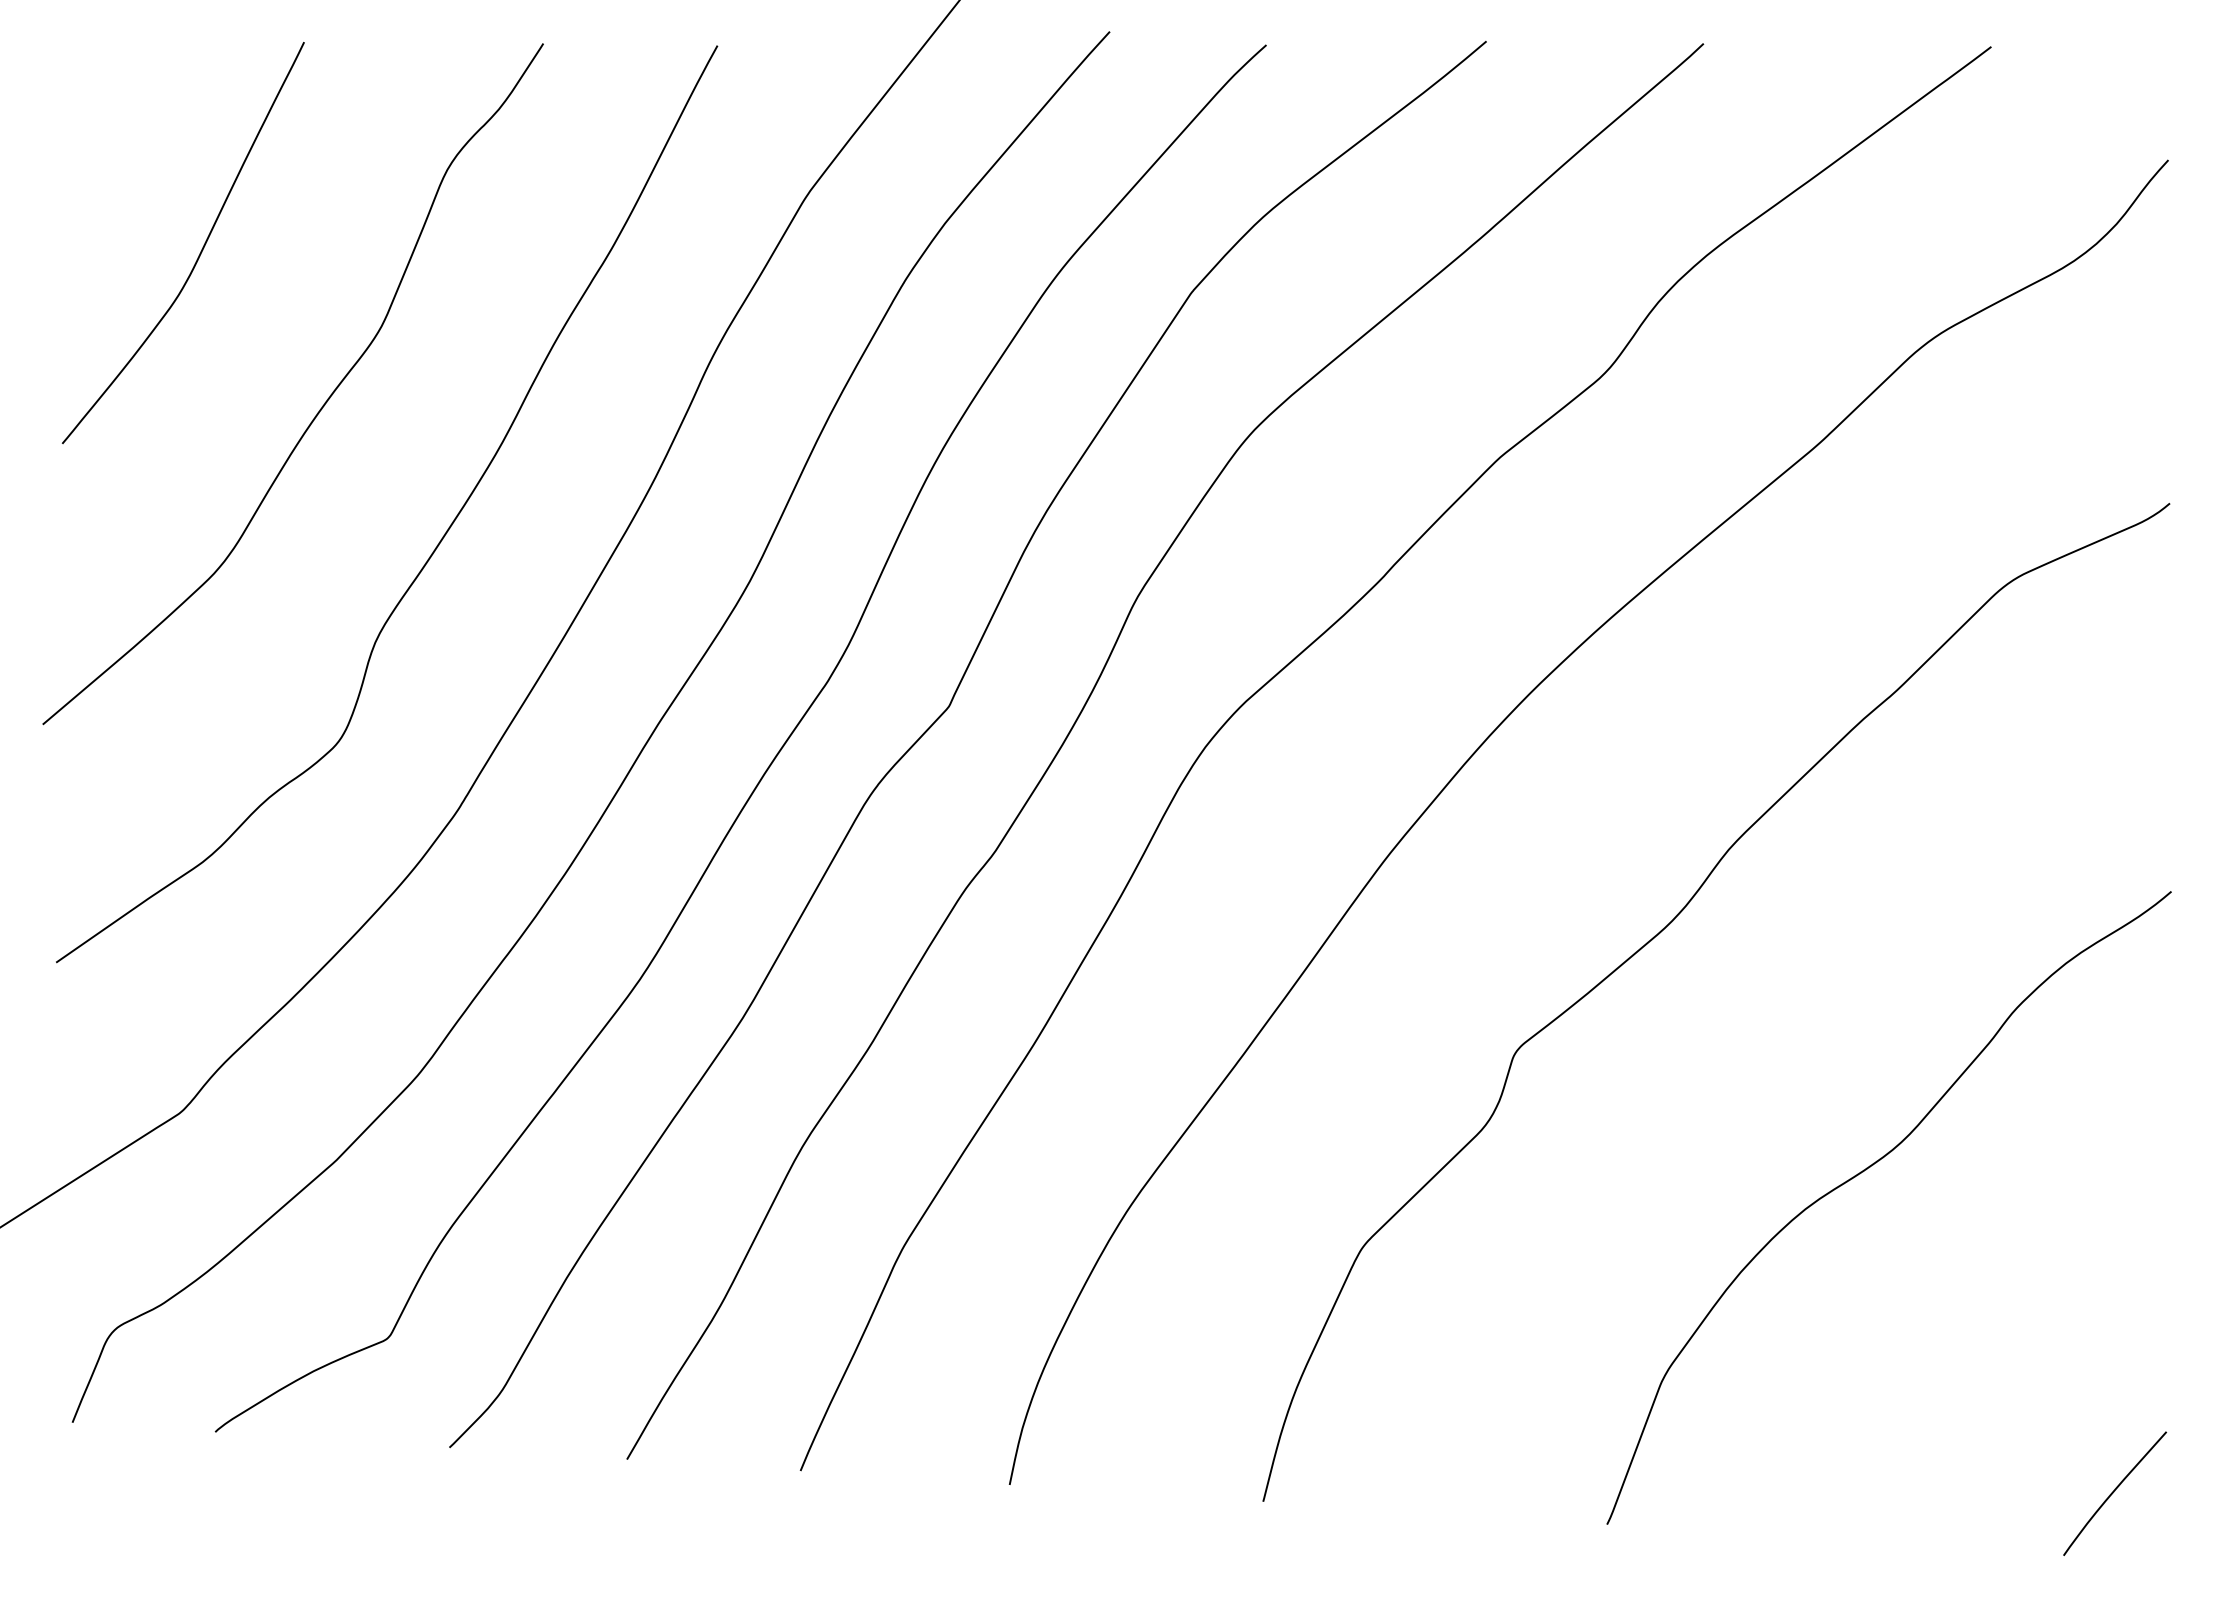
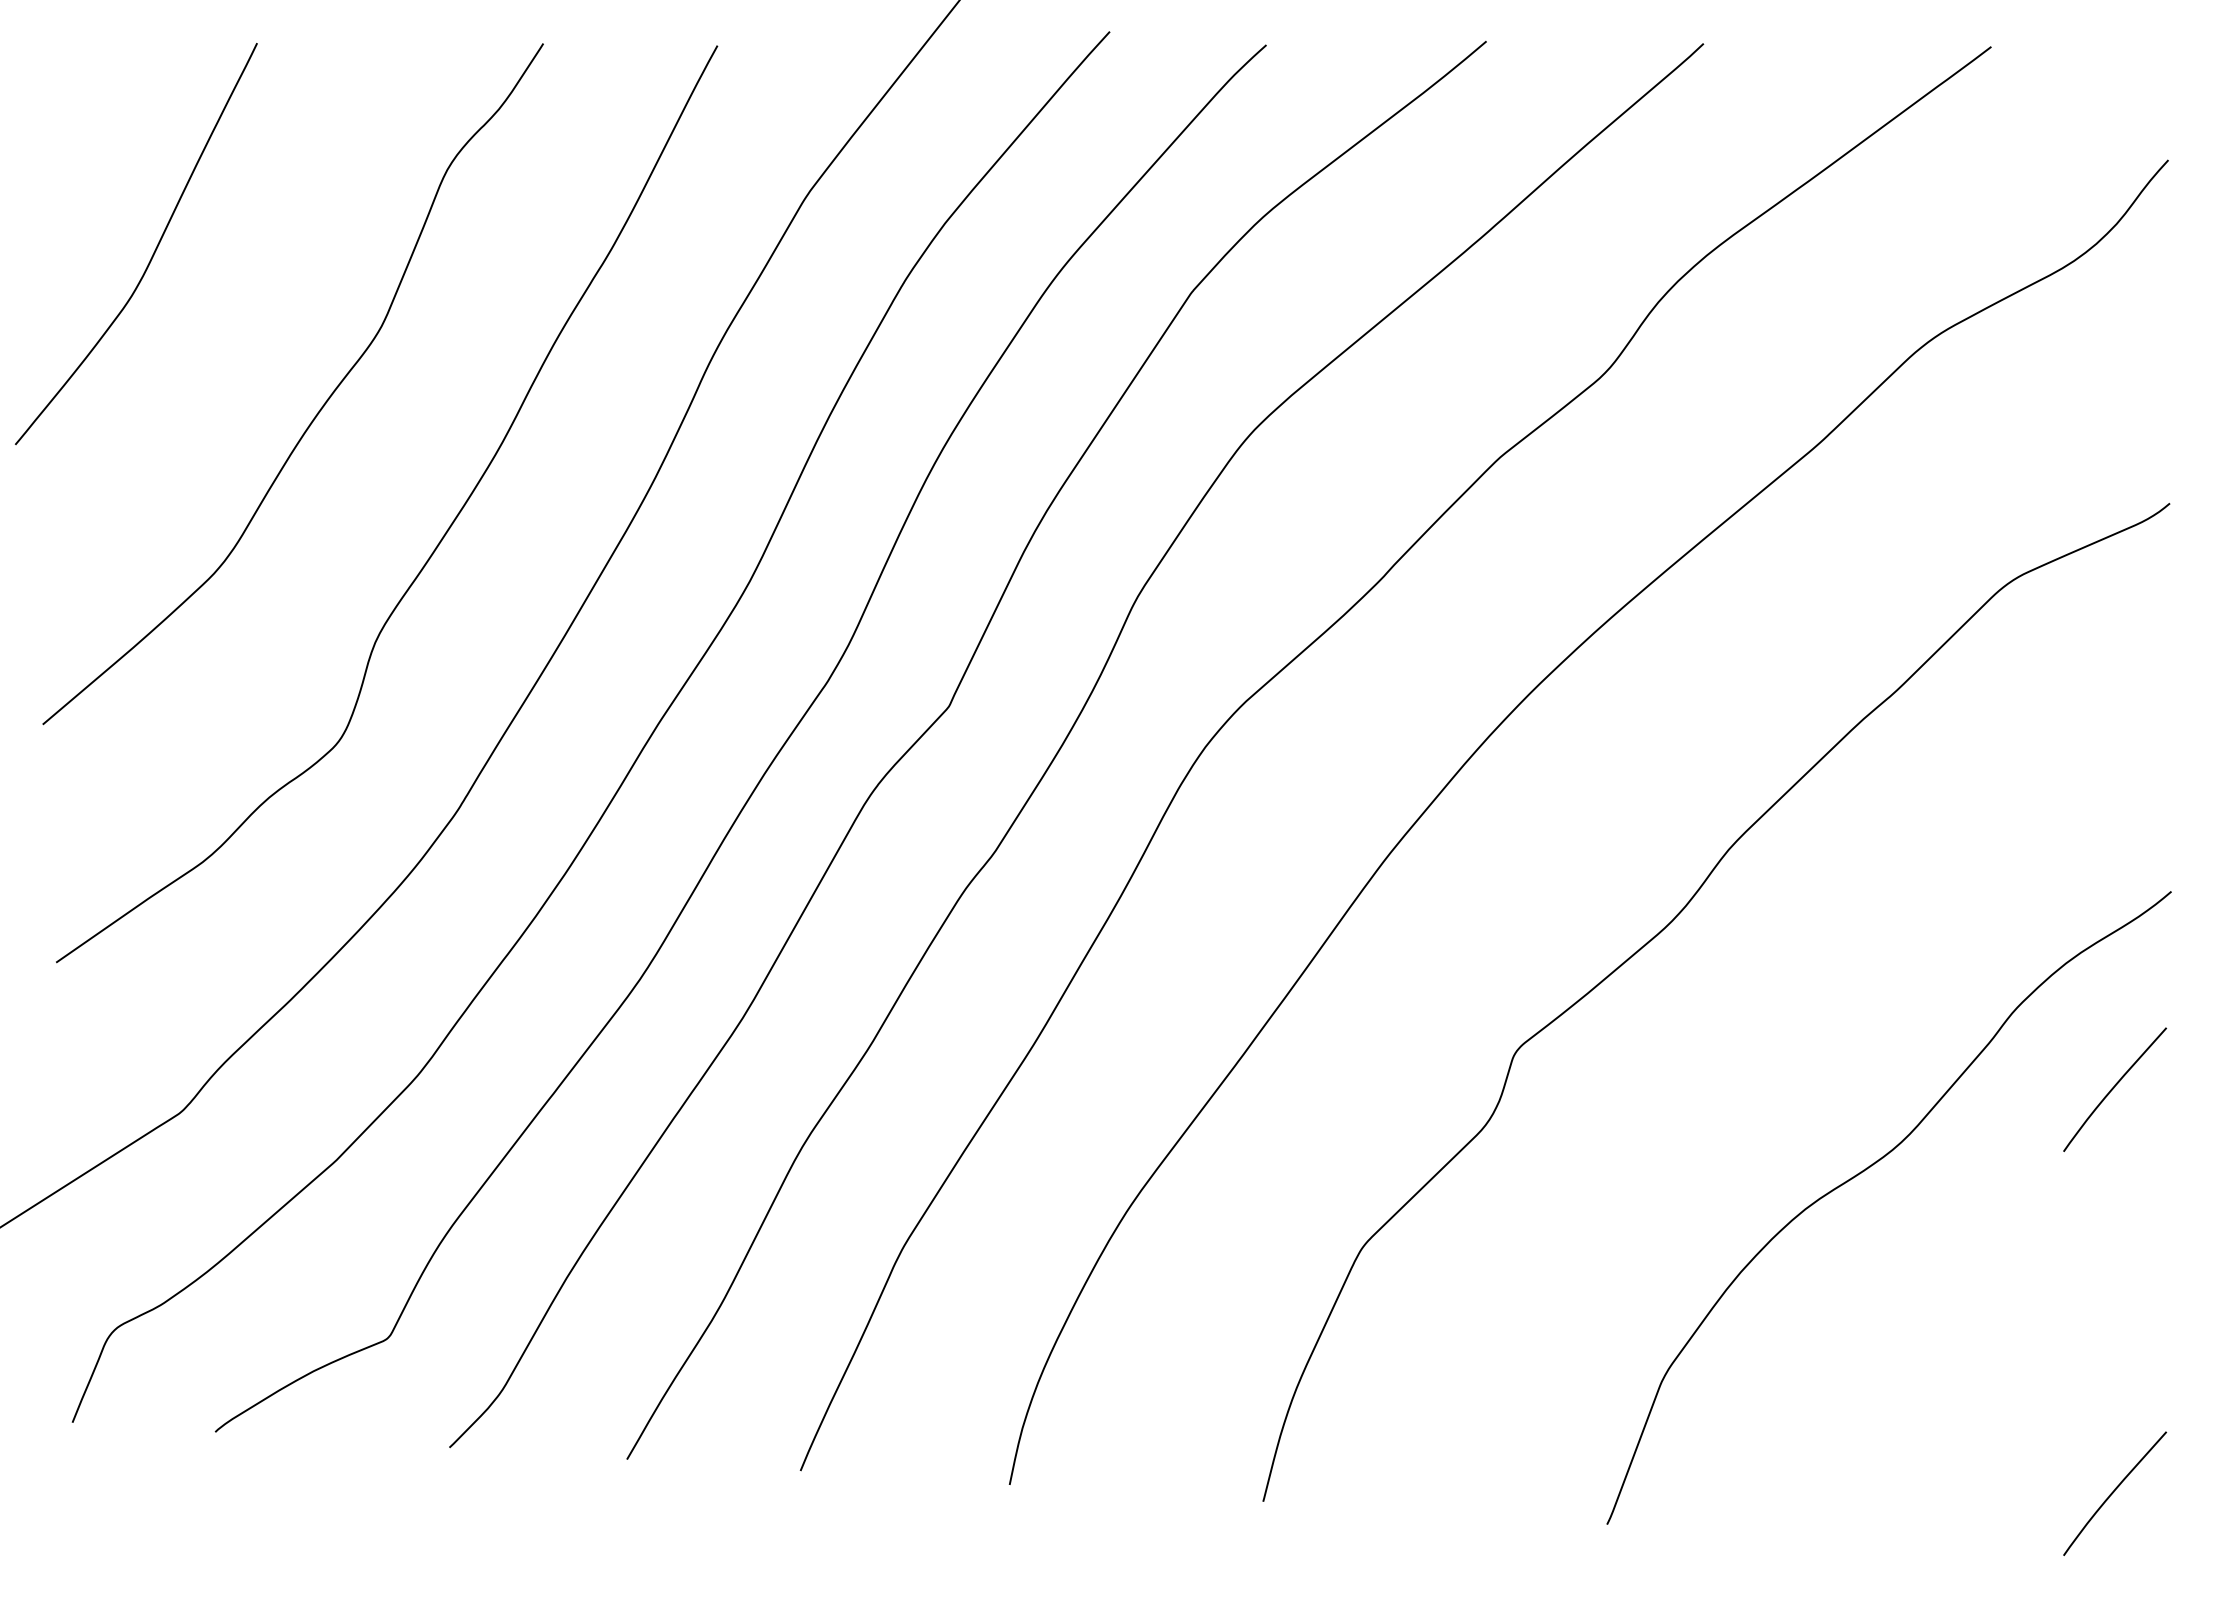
curve at (200, 251) position: (200, 251) -> (153, 252)
curve at (2114, 1088): none -> present
